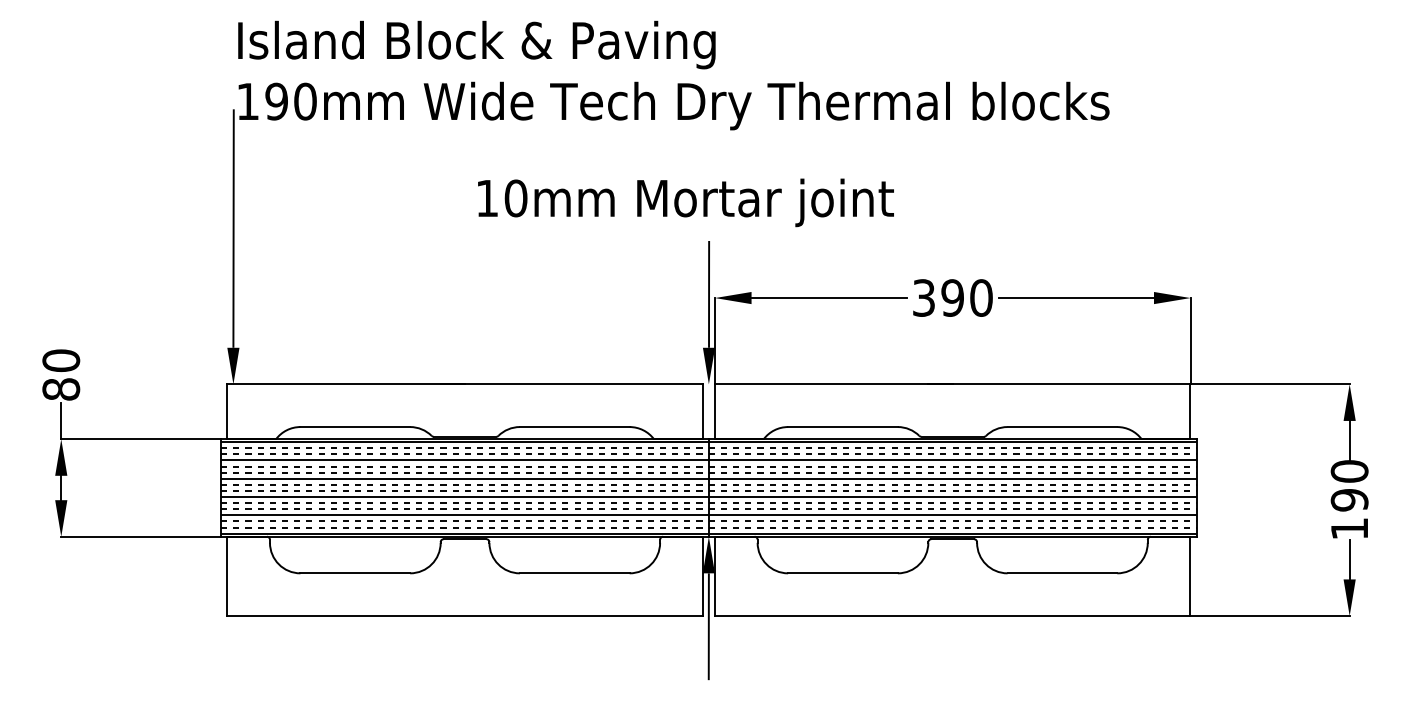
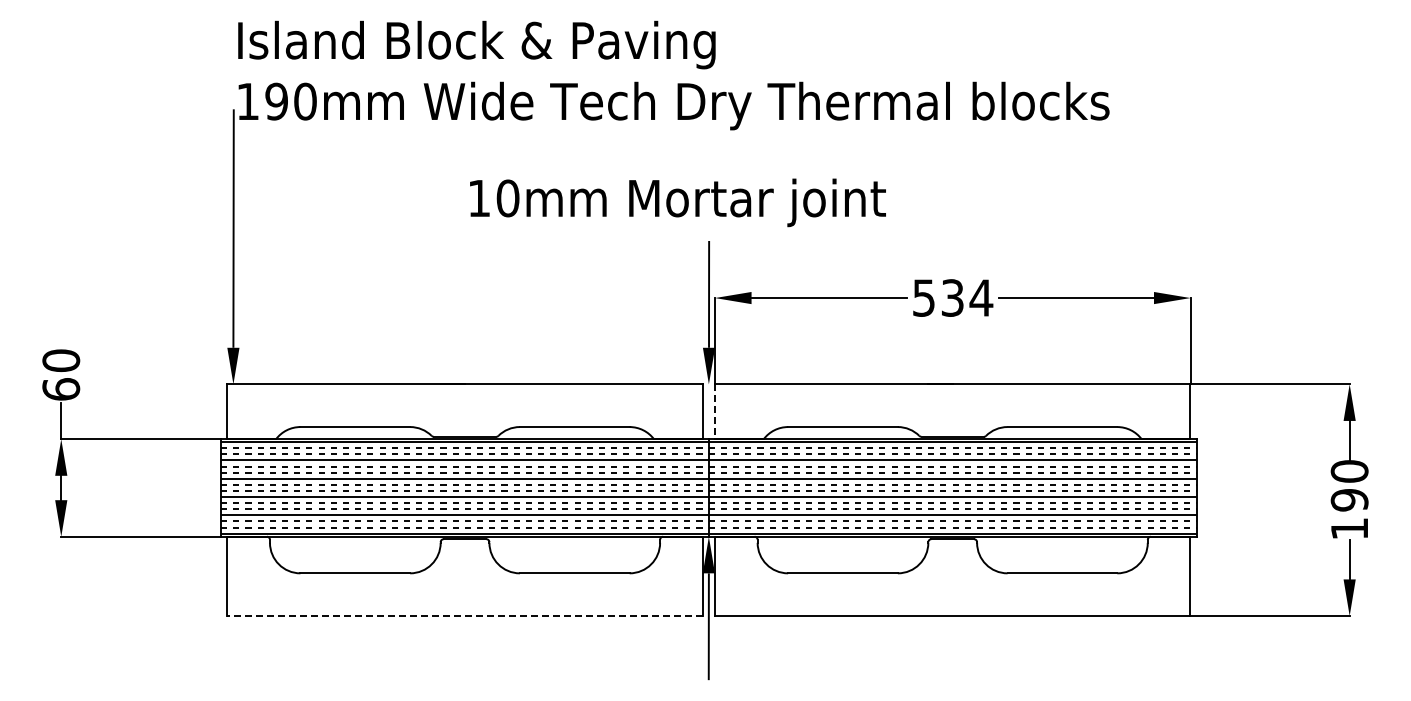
text at (685, 202) position: (685, 202) -> (677, 202)
text at (953, 297): 390 -> 534
text at (61, 389): 80 -> 60
line at (714, 412): solid -> dashed
line at (465, 616): solid -> dashed
